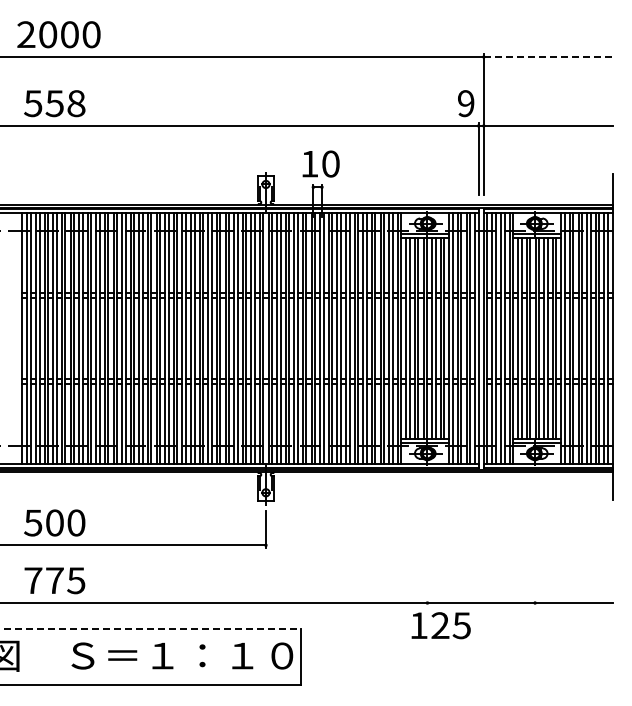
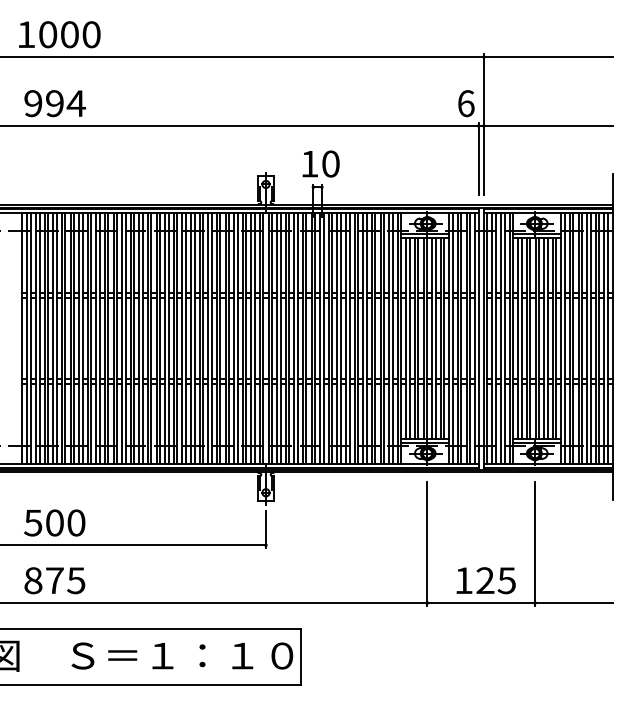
text at (26, 34): 2000 -> 1000
line at (548, 57): dashed -> solid
text at (55, 103): 558 -> 994
text at (466, 103): 9 -> 6
line at (427, 543): none -> present
line at (535, 543): none -> present
text at (33, 580): 775 -> 875
text at (440, 625) position: (440, 625) -> (485, 580)
line at (151, 628): dashed -> solid
